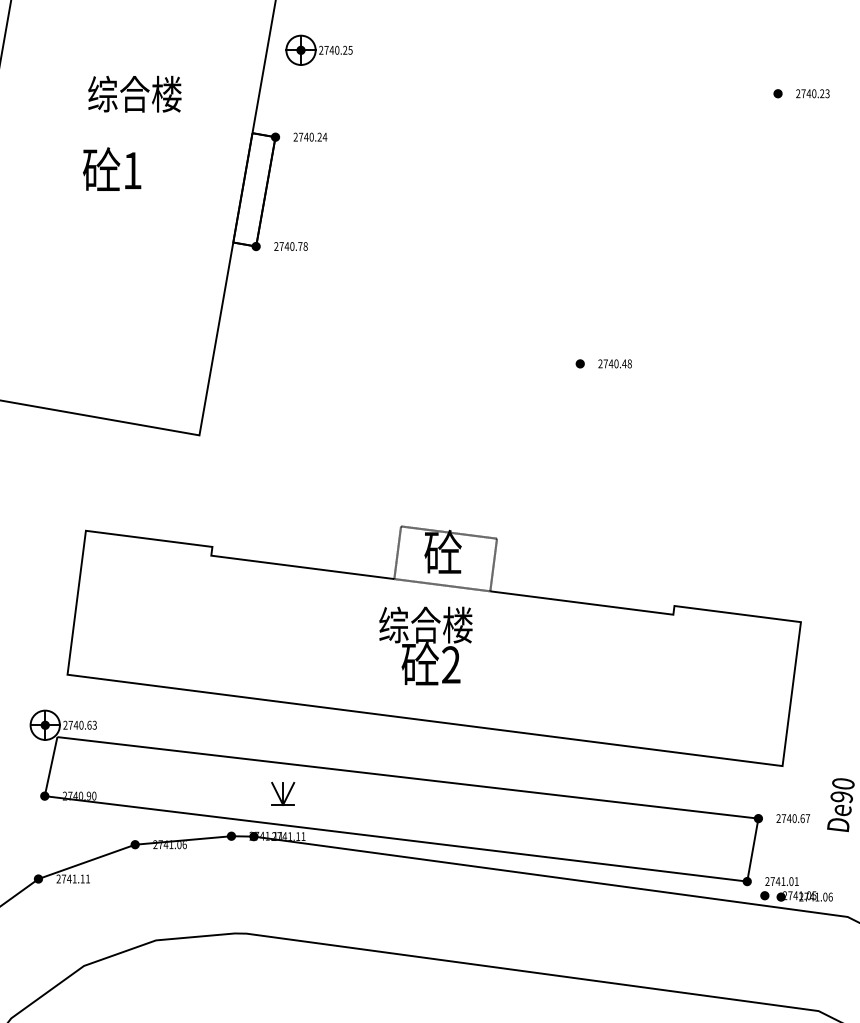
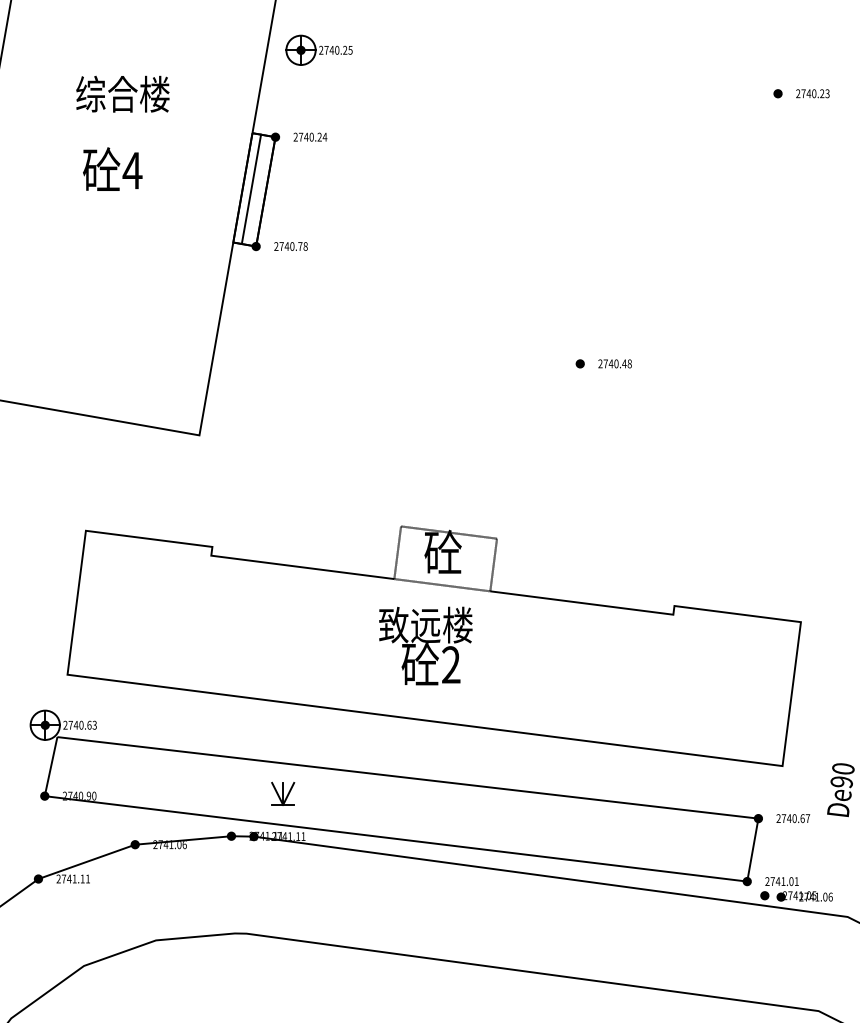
text at (134, 93) position: (134, 93) -> (122, 93)
text at (132, 170): 1 -> 4
line at (251, 189): none -> present
text at (409, 624): 综合楼 -> 致远楼
text at (840, 805) position: (840, 805) -> (840, 790)
